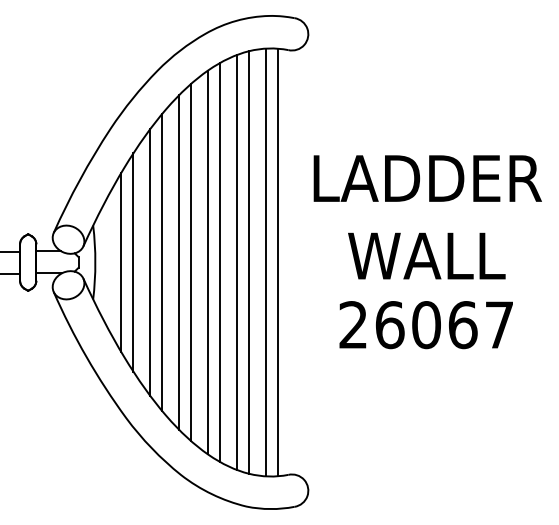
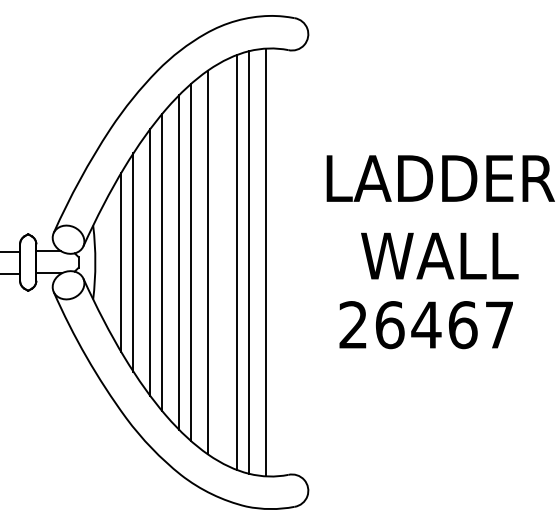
text at (427, 217) position: (427, 217) -> (440, 217)
line at (220, 262): present -> none
line at (277, 262): present -> none
text at (426, 325): 26067 -> 26467
